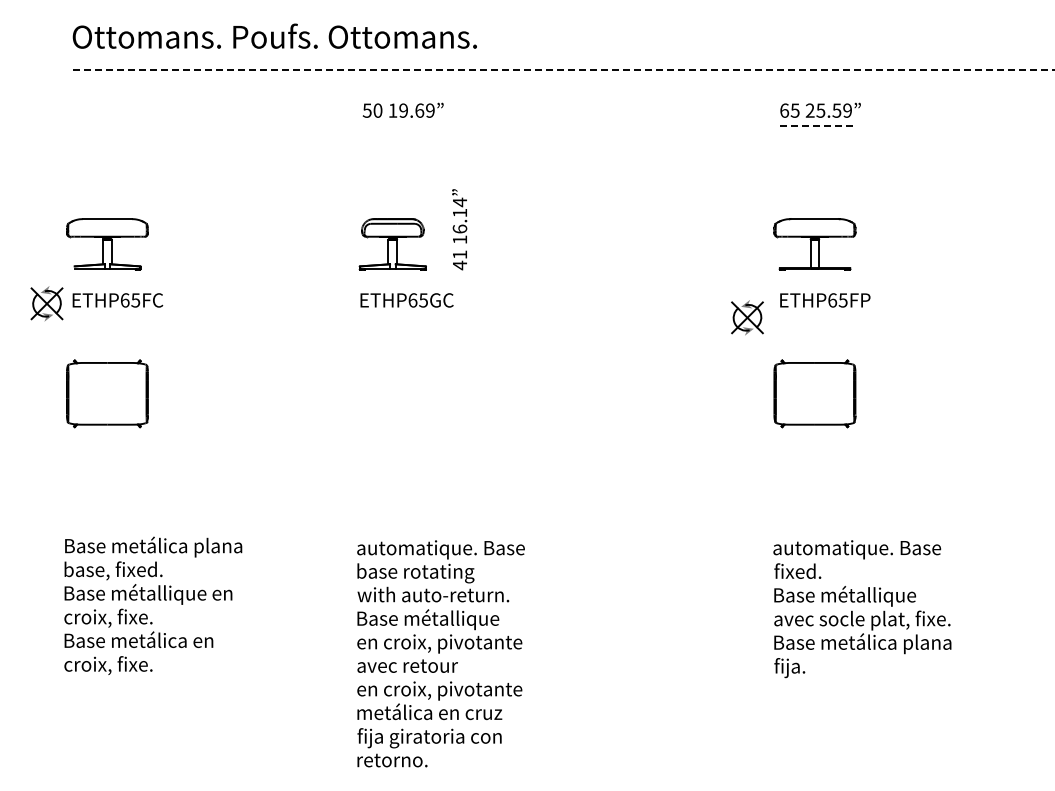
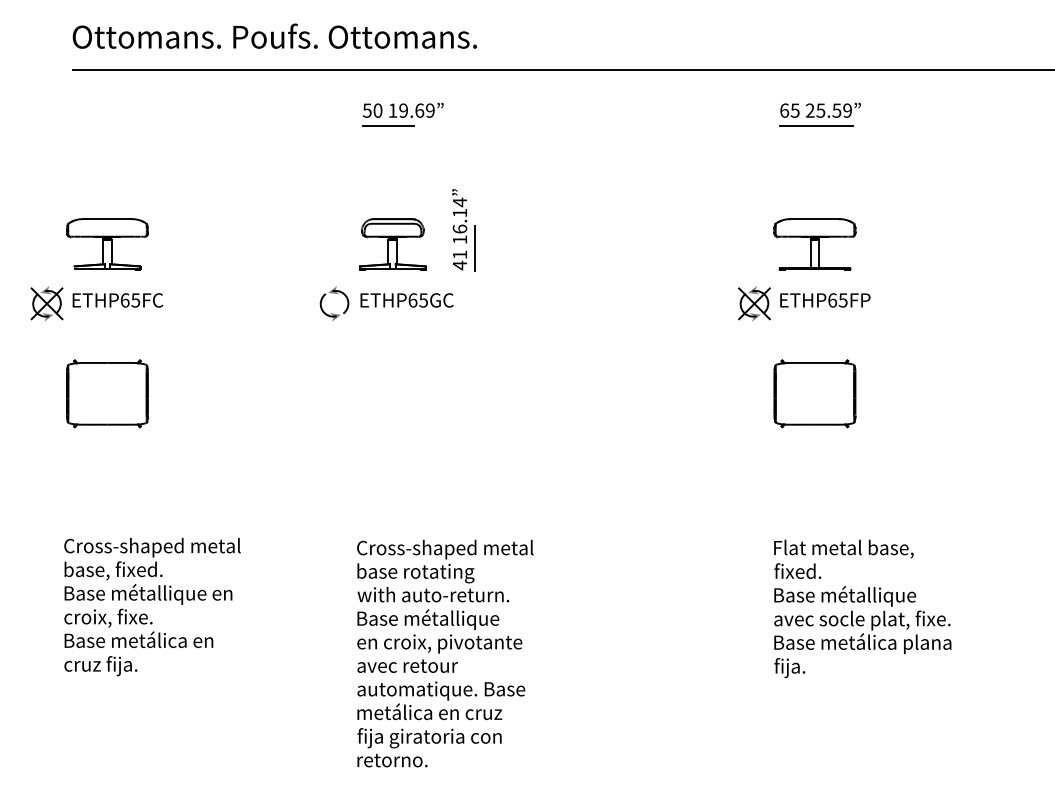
line at (563, 70): dashed -> solid
line at (388, 125): none -> present
line at (815, 125): dashed -> solid
line at (475, 248): none -> present
part at (338, 294): none -> present
part at (747, 317) position: (747, 317) -> (754, 303)
text at (153, 546): Base metálica plana -> Cross-shaped metal
text at (445, 549): automatique. Base -> Cross-shaped metal
text at (857, 549): automatique. Base -> Flat metal base,
text at (116, 666): croix, fixe. -> cruz fija.
text at (441, 690): en croix, pivotante -> automatique. Base
